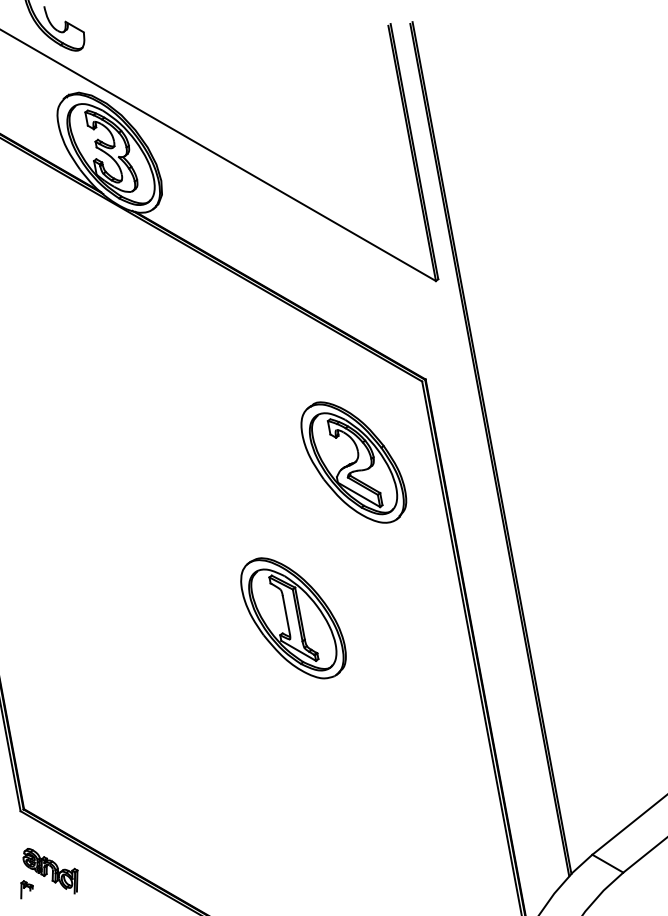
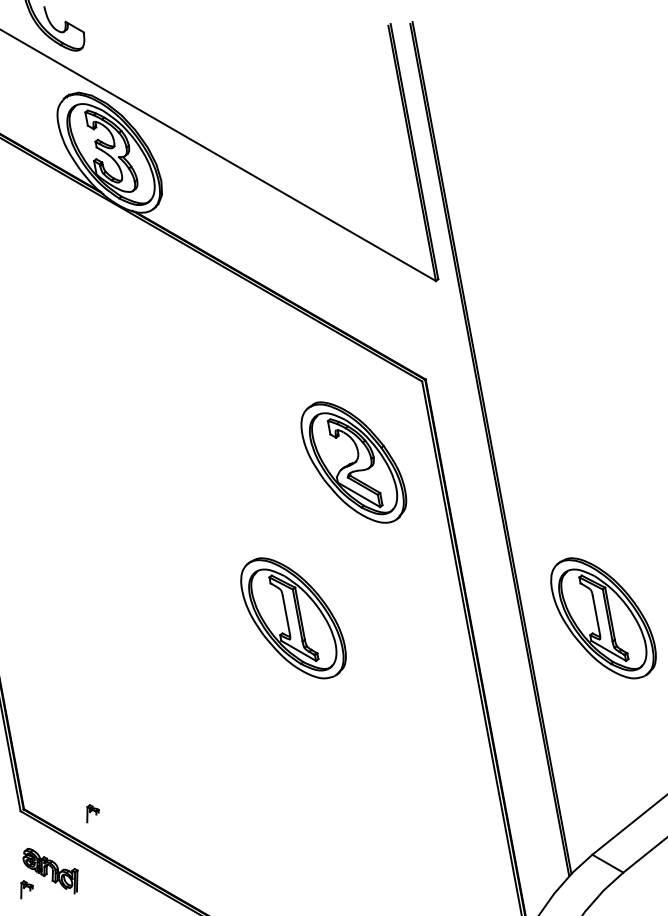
part at (603, 618): none -> present
part at (92, 813): none -> present
